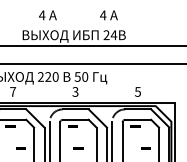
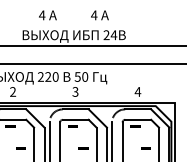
text at (108, 15) position: (108, 15) -> (99, 15)
text at (13, 91): 7 -> 2
text at (137, 91): 5 -> 4
line at (78, 148) position: (78, 148) -> (83, 148)
